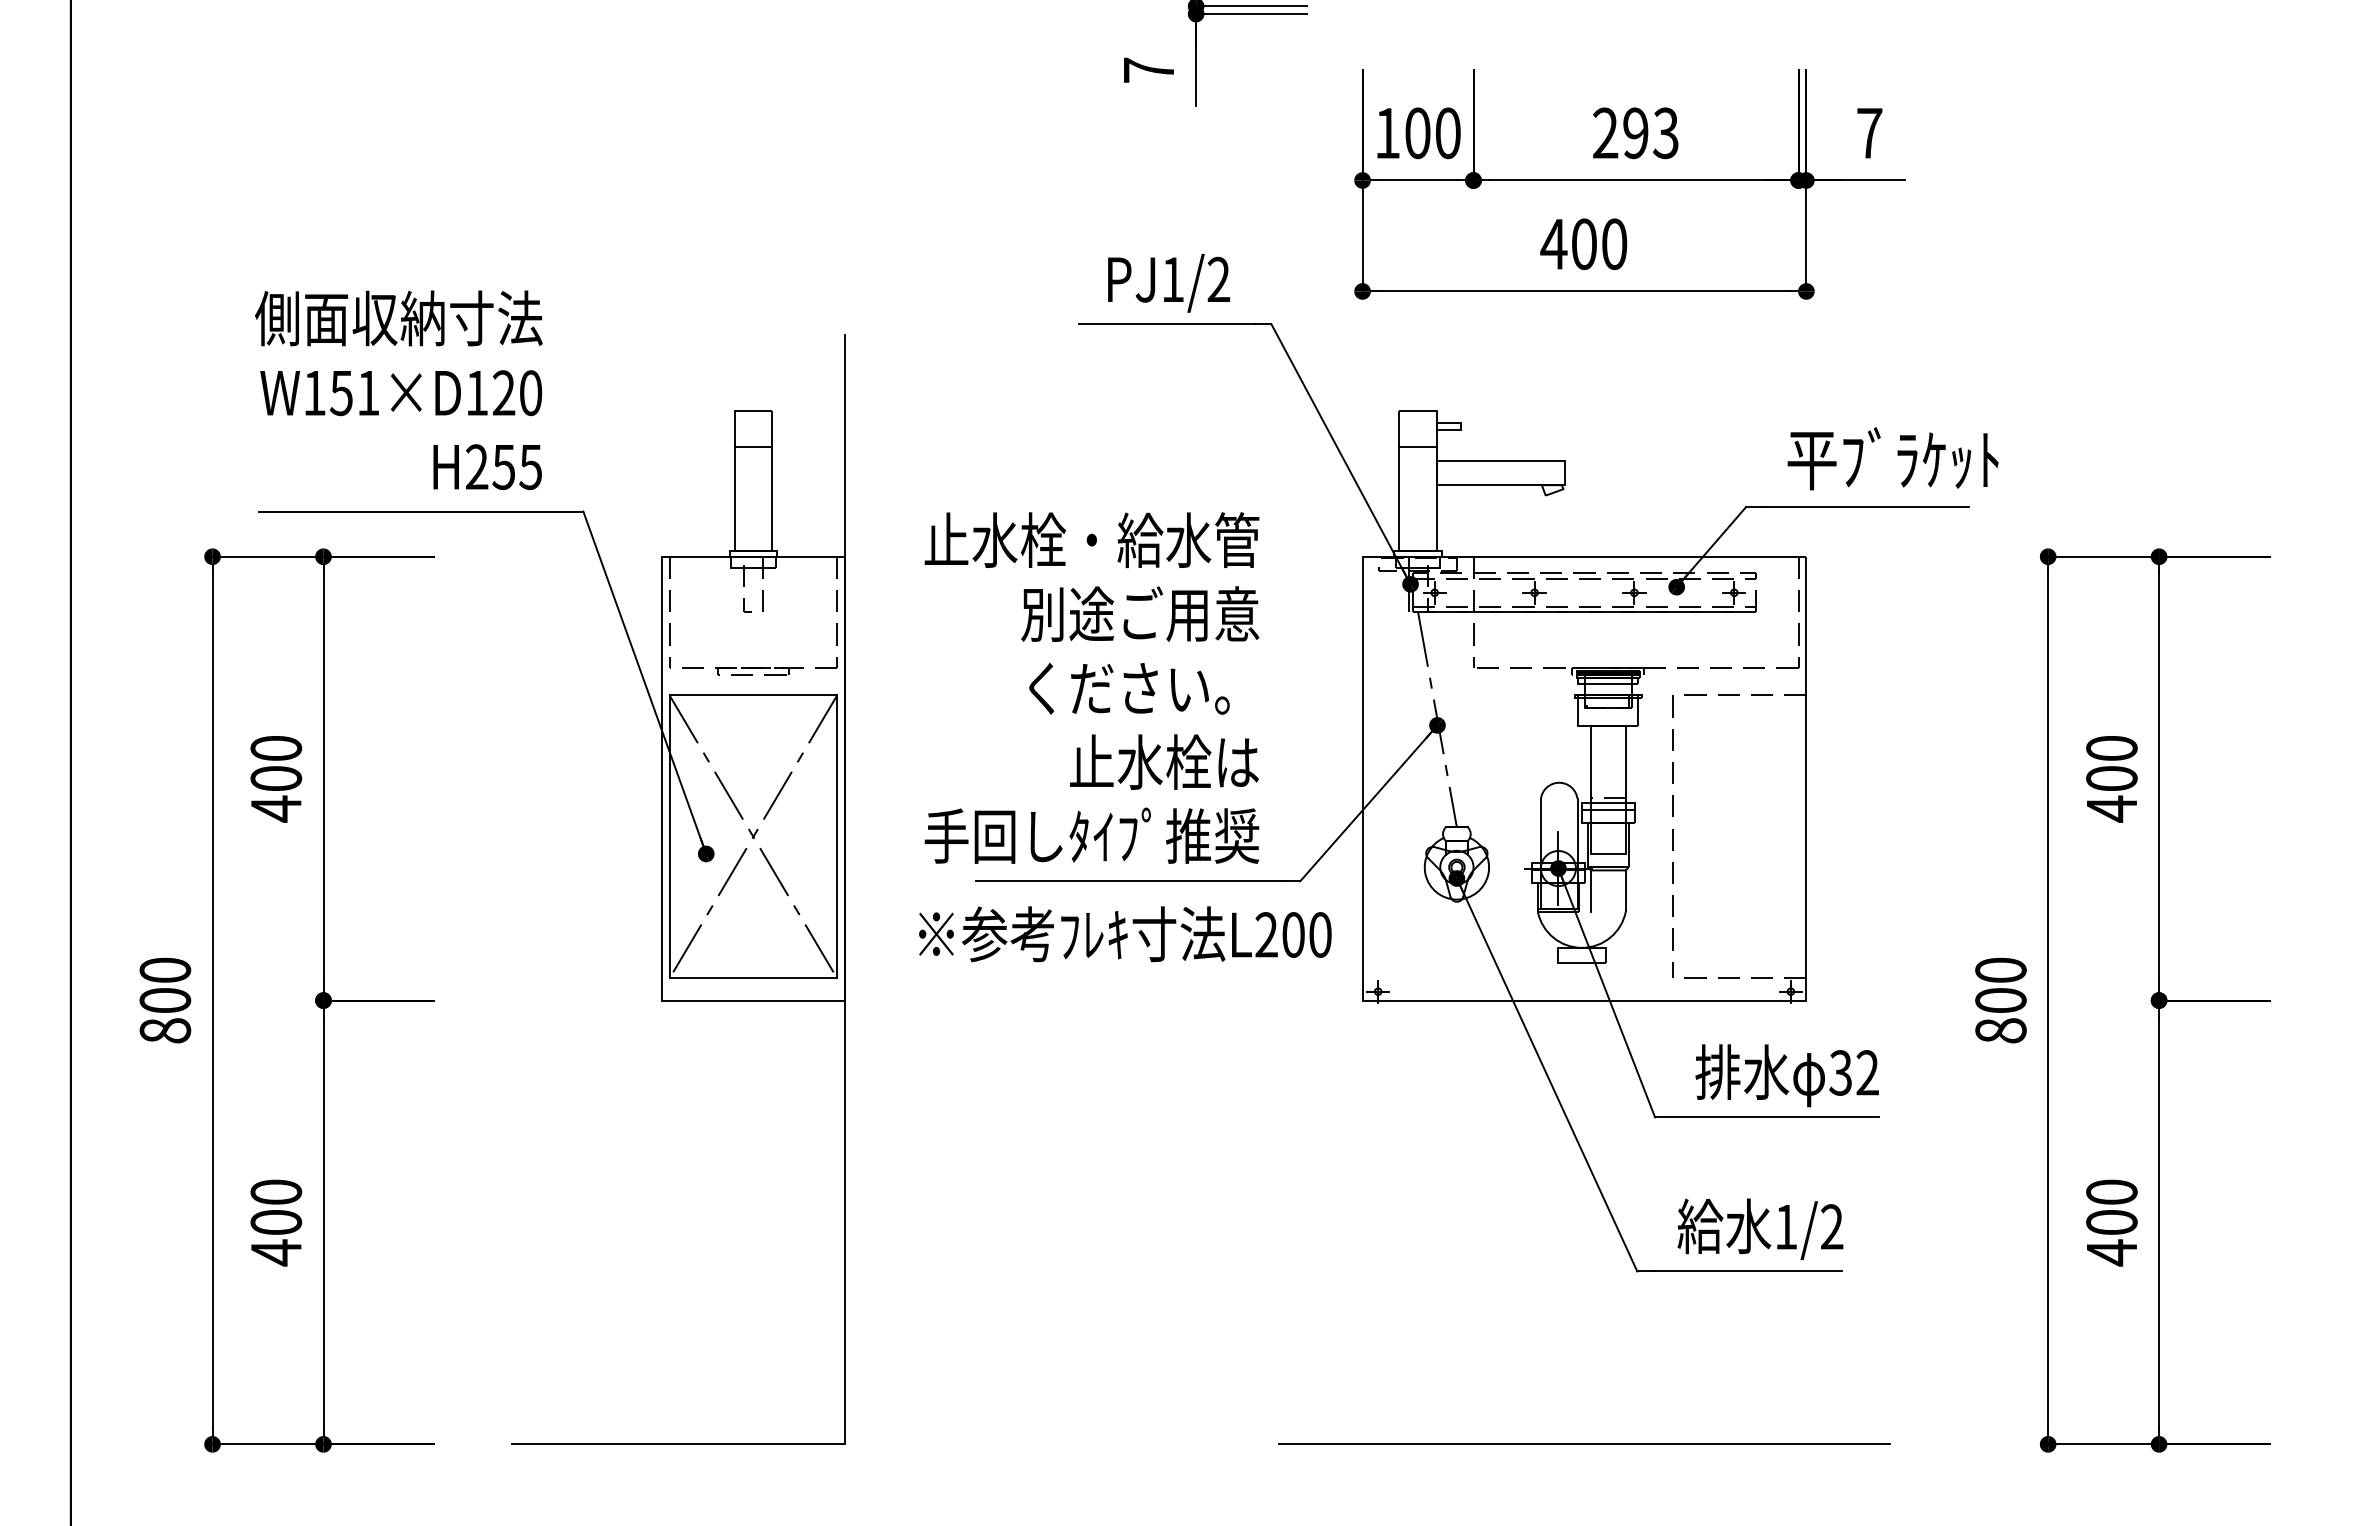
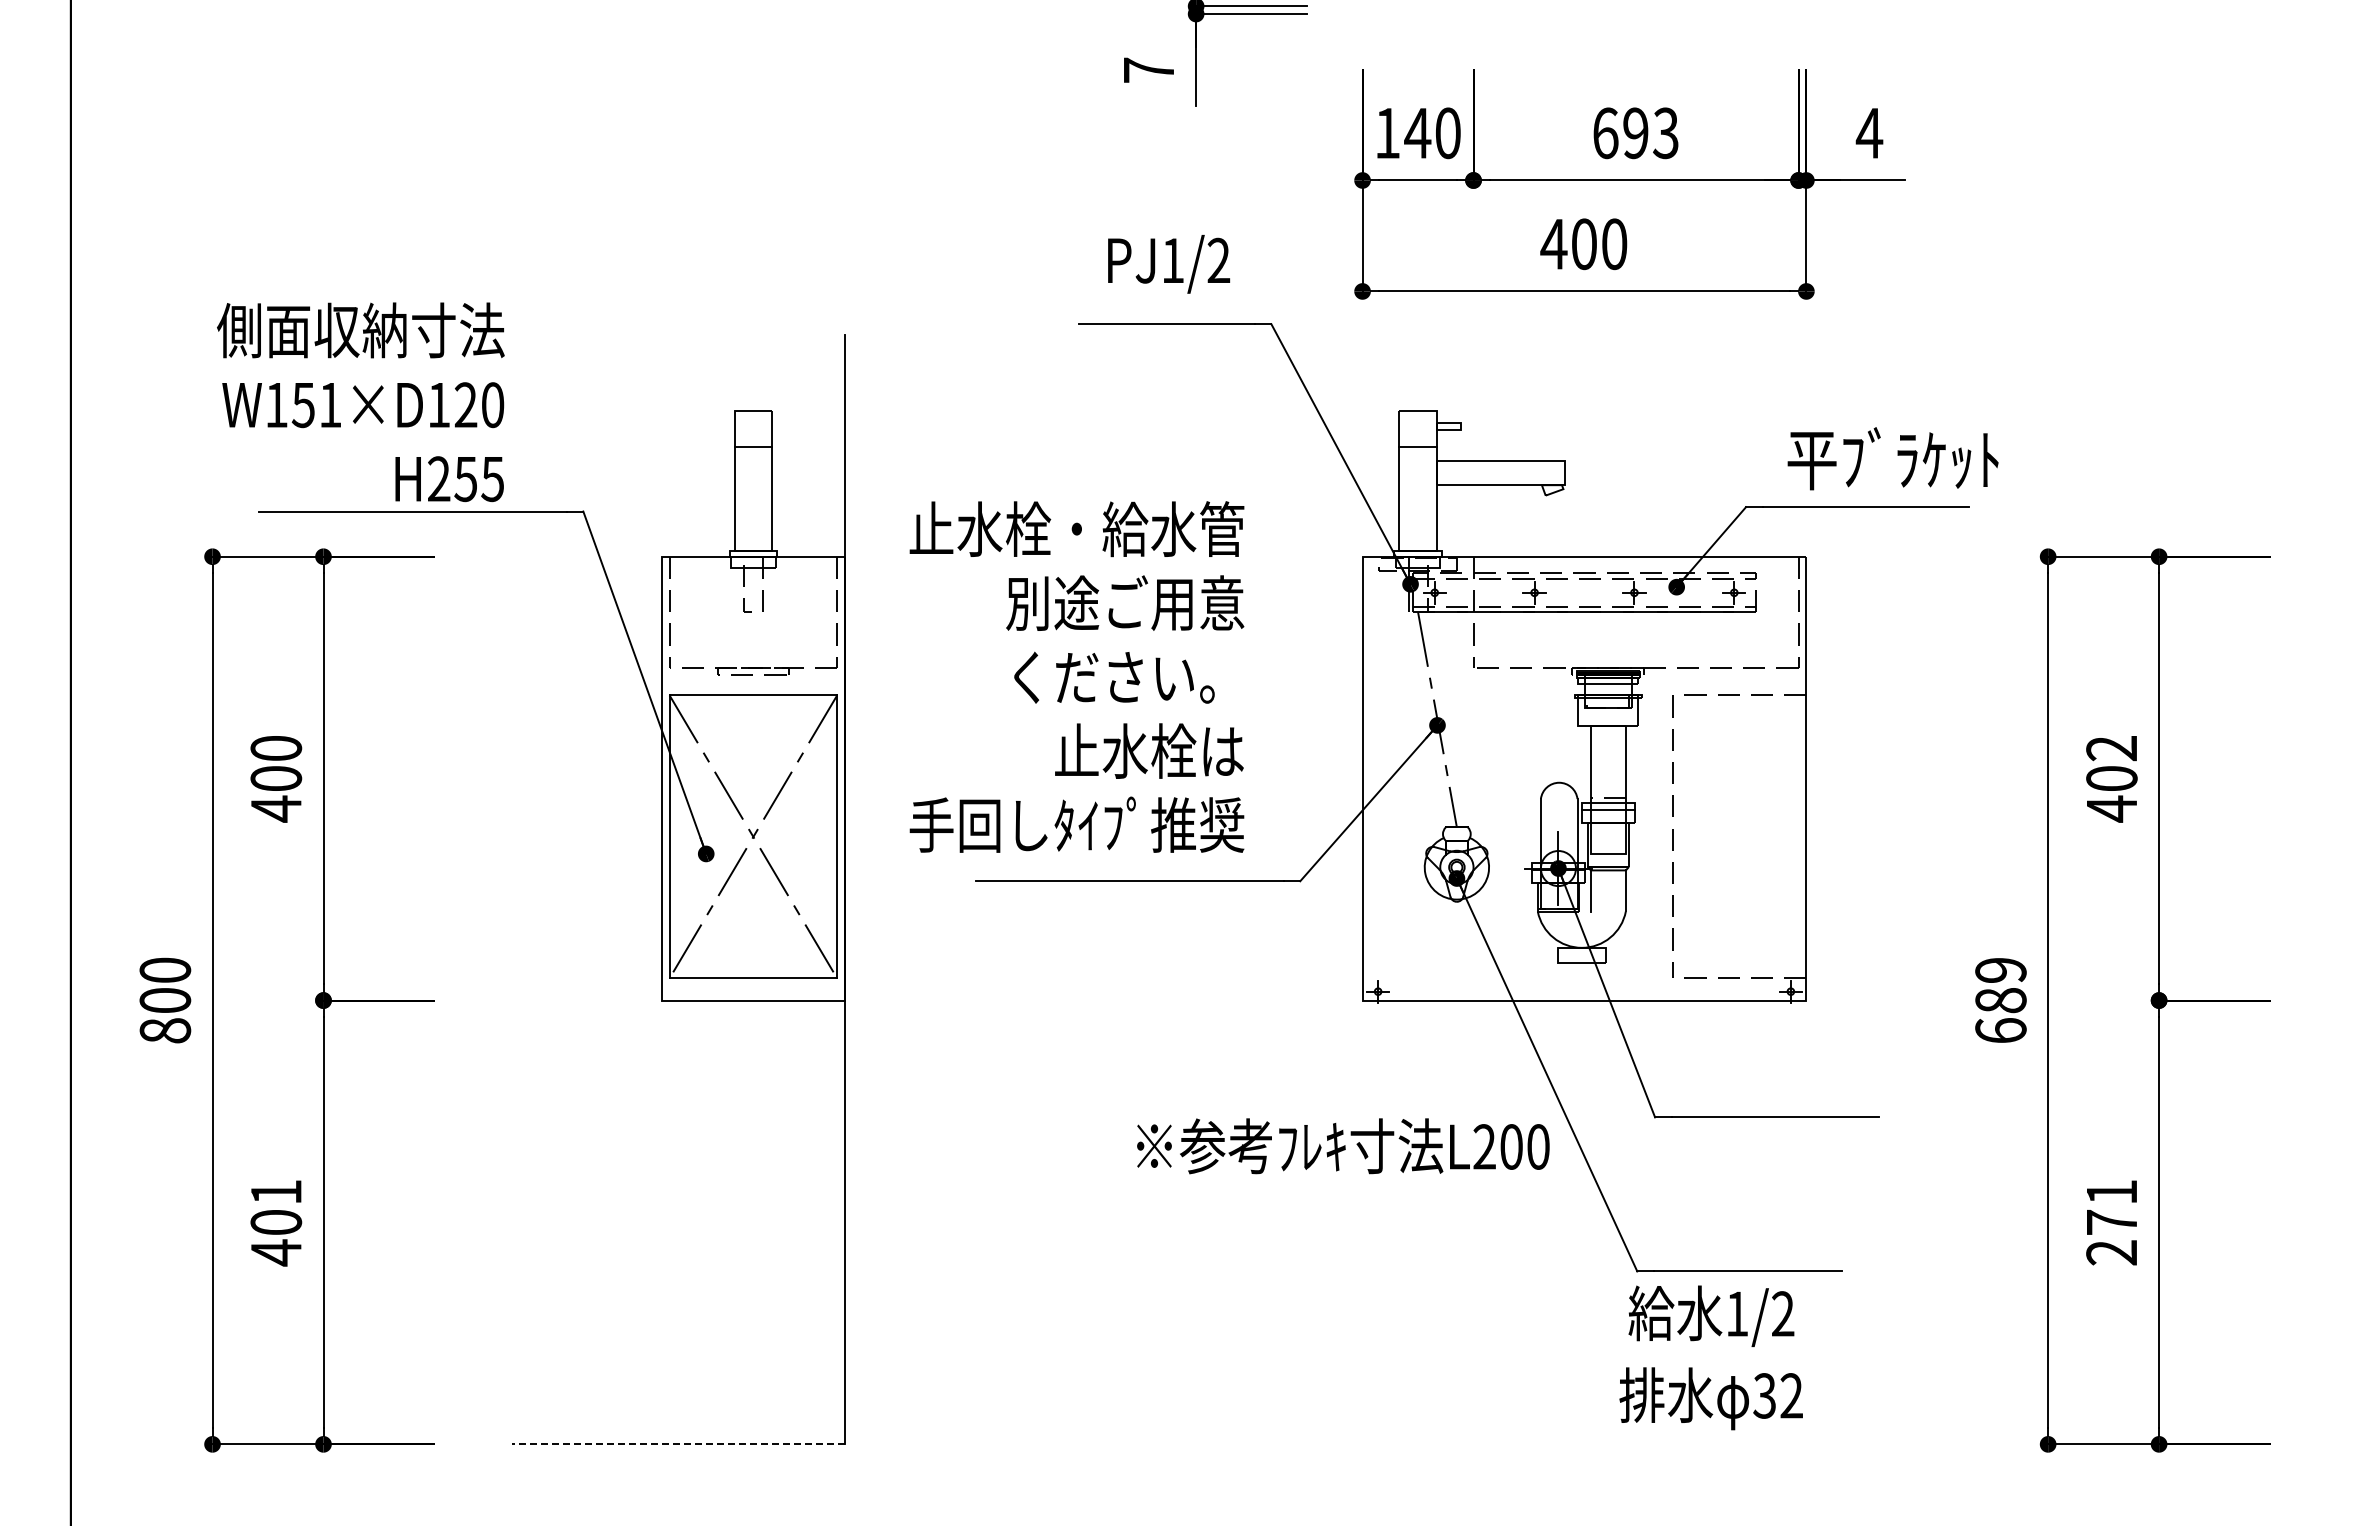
text at (1417, 133): 100 -> 140
text at (1605, 133): 293 -> 693
text at (1869, 133): 7 -> 4
text at (1169, 283) position: (1169, 283) -> (1169, 264)
text at (398, 390) position: (398, 390) -> (360, 402)
text at (1091, 687) position: (1091, 687) -> (1076, 676)
text at (2111, 748): 400 -> 402
text at (1125, 934) position: (1125, 934) -> (1343, 1146)
text at (2000, 1000): 800 -> 689
text at (1786, 1075) position: (1786, 1075) -> (1710, 1398)
text at (276, 1191): 400 -> 401
text at (2111, 1222): 400 -> 271
text at (1760, 1228) position: (1760, 1228) -> (1711, 1315)
line at (678, 1444): solid -> dashed
line at (1584, 1444): present -> none
